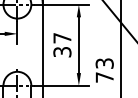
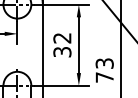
text at (62, 38): 37 -> 32
